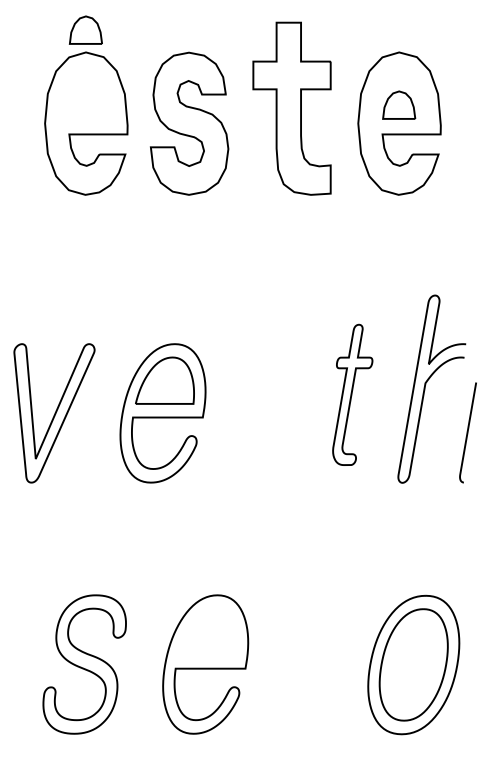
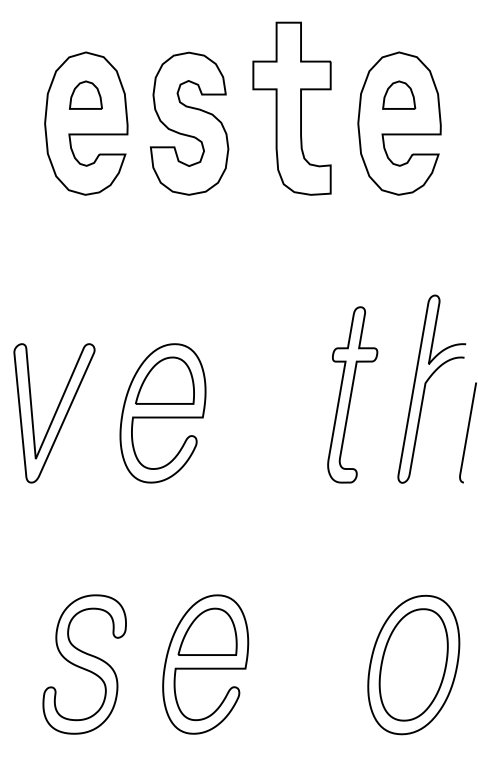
part at (85, 29) position: (85, 29) -> (85, 94)
part at (399, 104) position: (399, 104) -> (399, 94)
part at (352, 394) size: 42x143 px -> 52x178 px
part at (207, 631): none -> present
